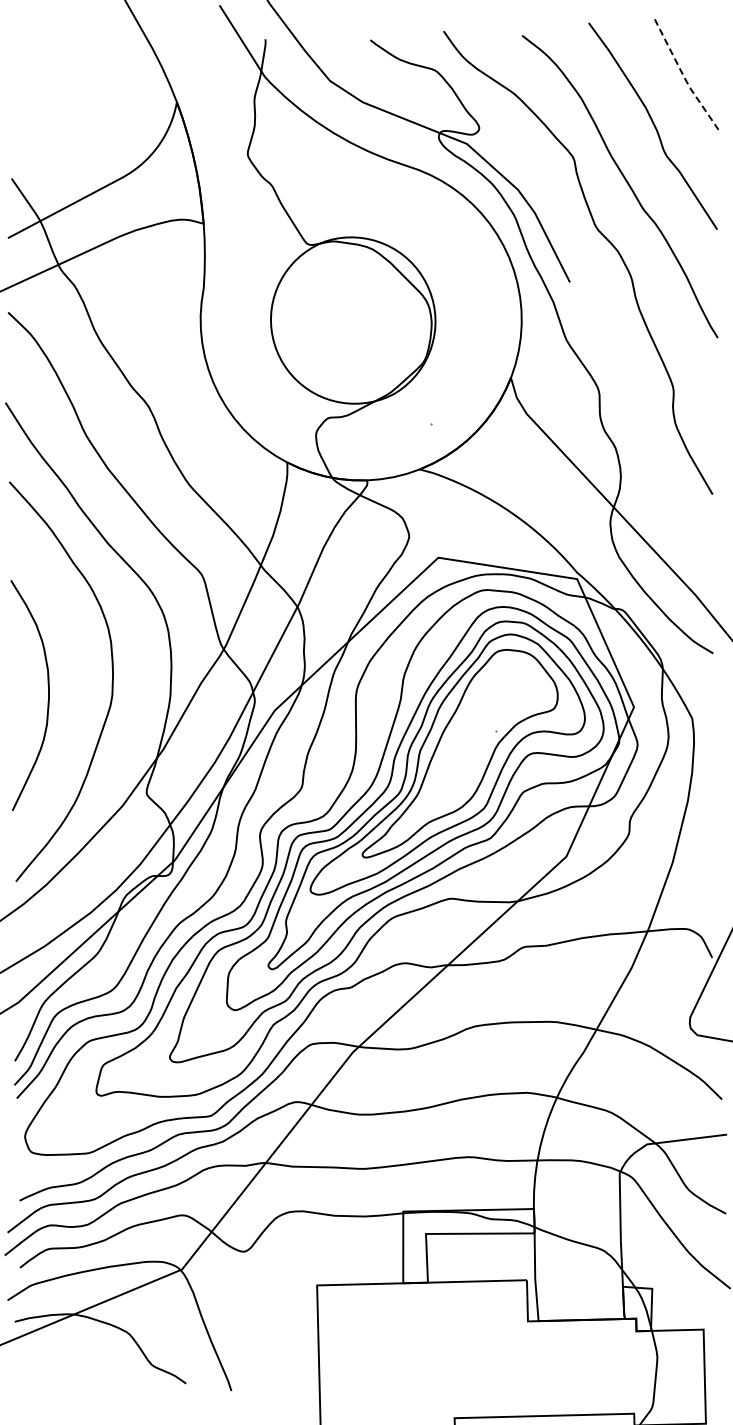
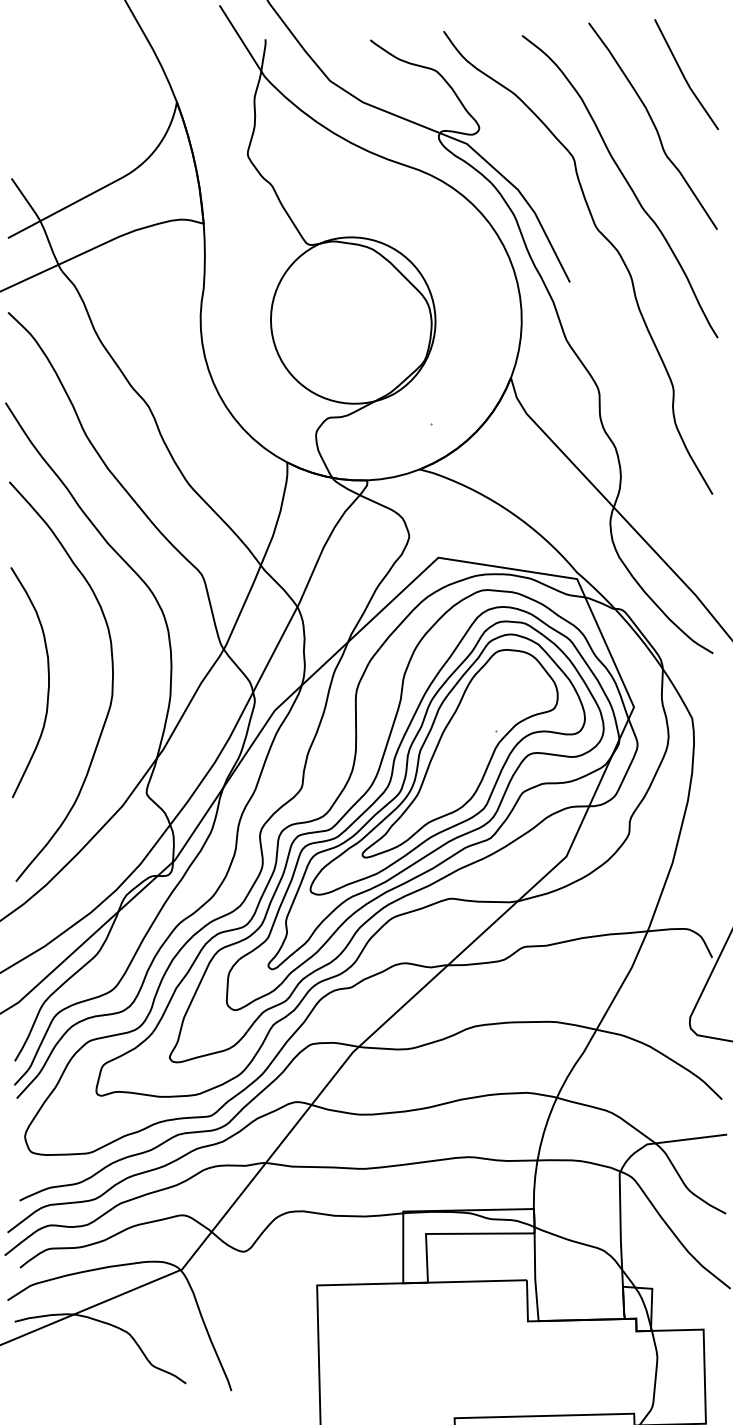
line at (684, 77): dashed -> solid
curve at (47, 701) position: (47, 701) -> (47, 688)
